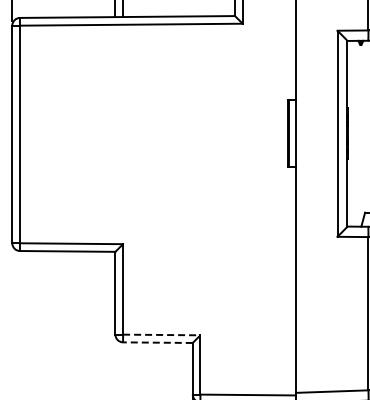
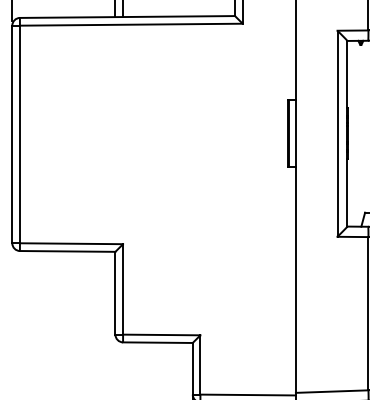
line at (161, 334): dashed -> solid
line at (157, 342): dashed -> solid
